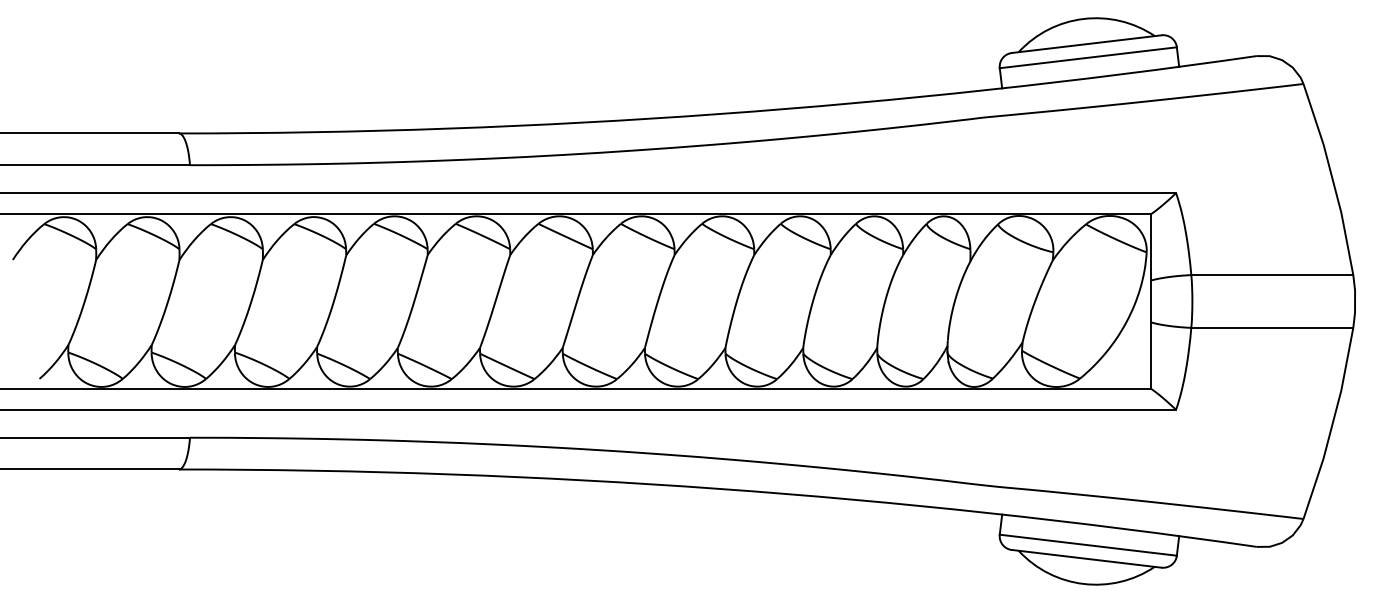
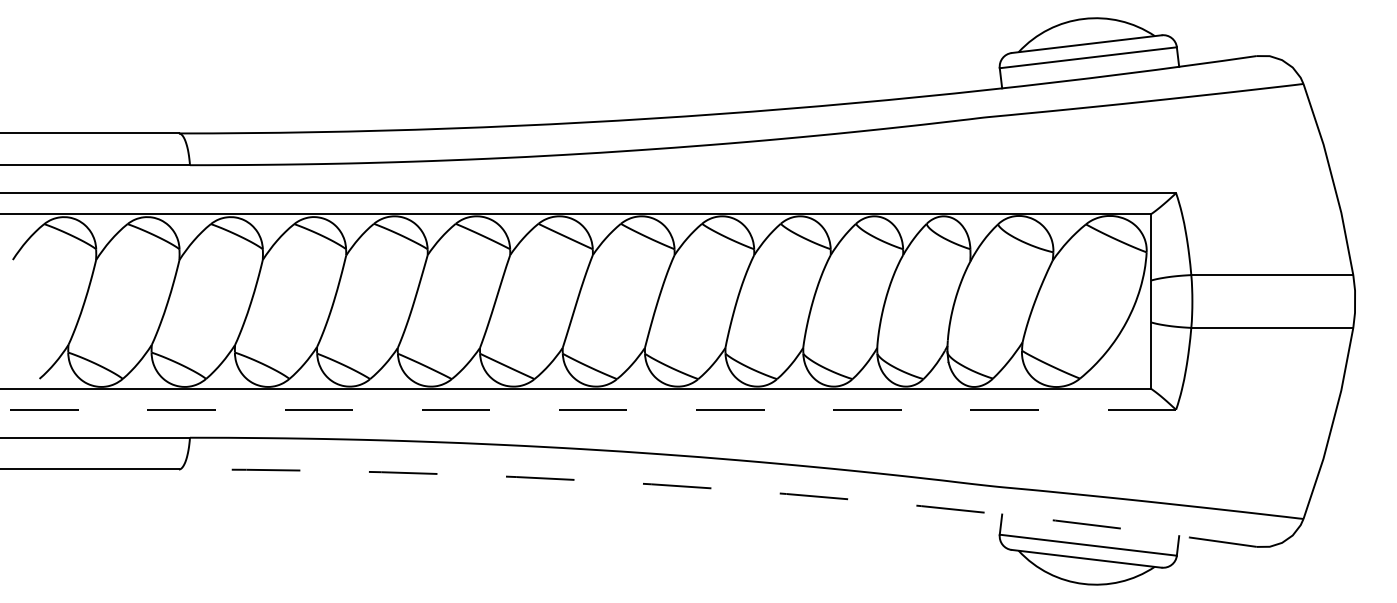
line at (588, 409): solid -> dashed
arc at (719, 488): solid -> dashed
